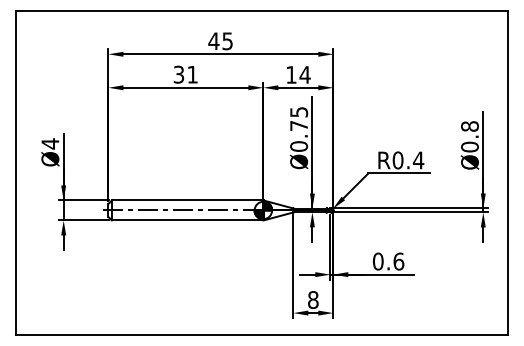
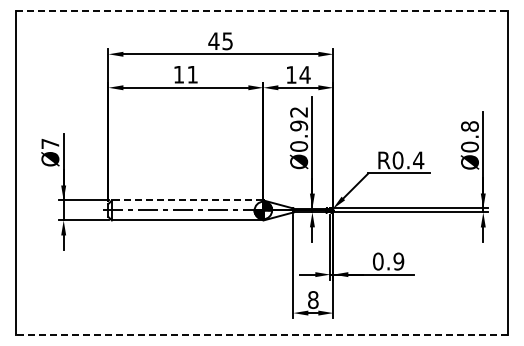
line at (262, 10): solid -> dashed
text at (178, 74): 31 -> 11
text at (299, 119): Ø0.75 -> Ø0.92
text at (50, 143): Ø4 -> Ø7
line at (187, 200): solid -> dashed
text at (398, 261): 0.6 -> 0.9
line at (261, 335): solid -> dashed
